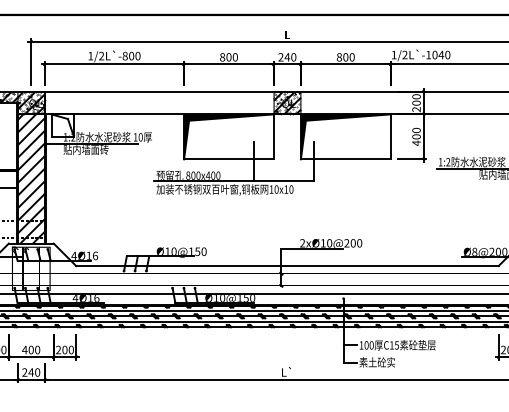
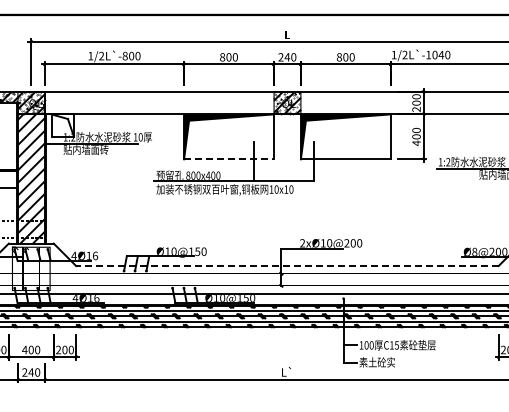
line at (229, 159): solid -> dashed
line at (286, 266): solid -> dashed
